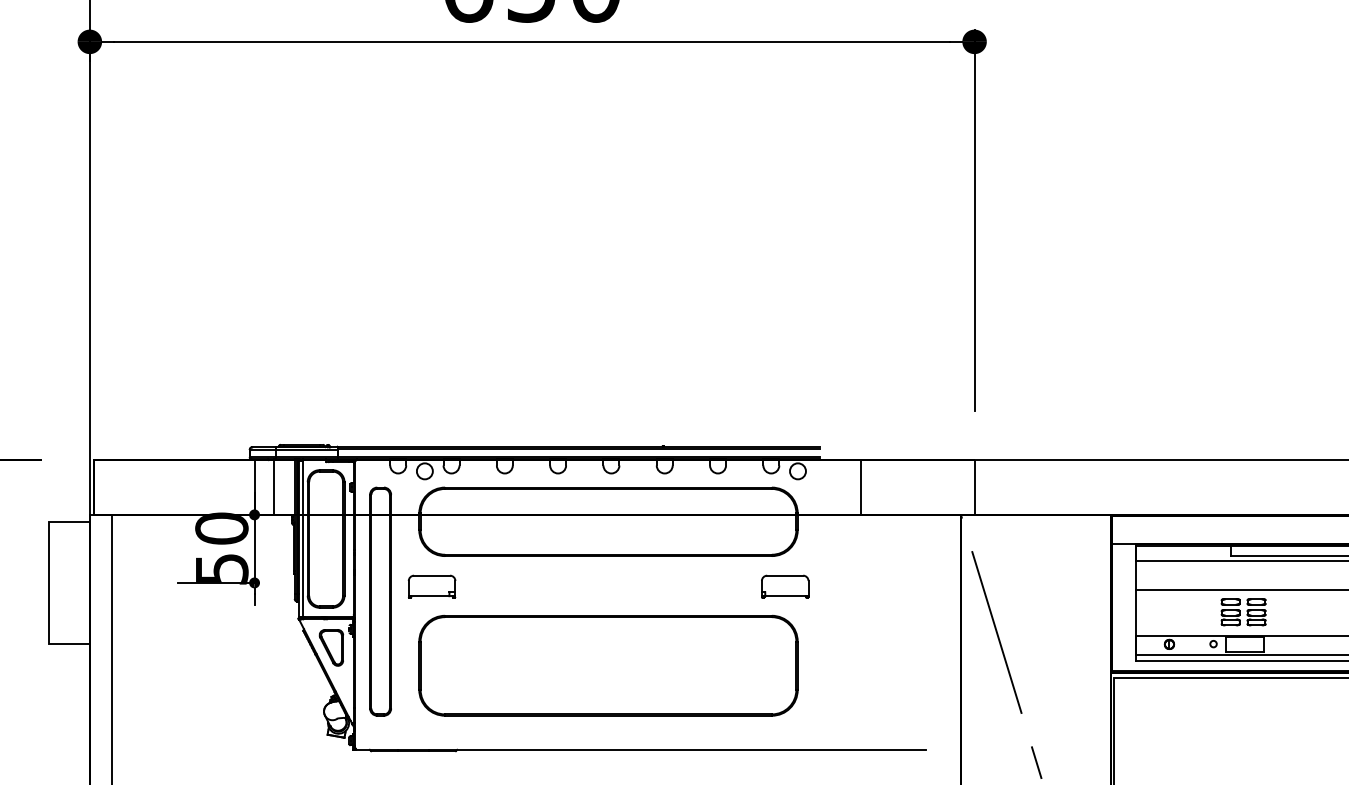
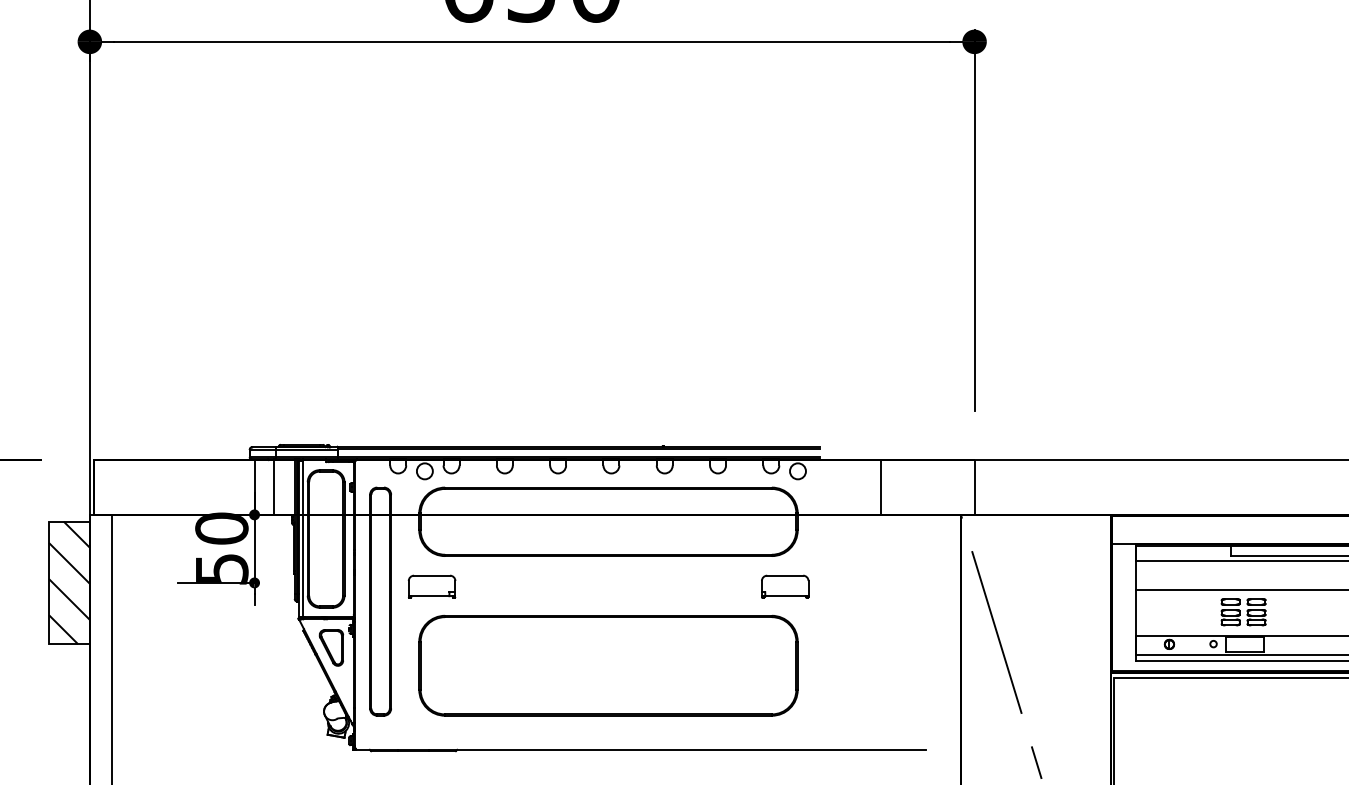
line at (860, 487) position: (860, 487) -> (880, 487)
hatch at (69, 582): none -> present
